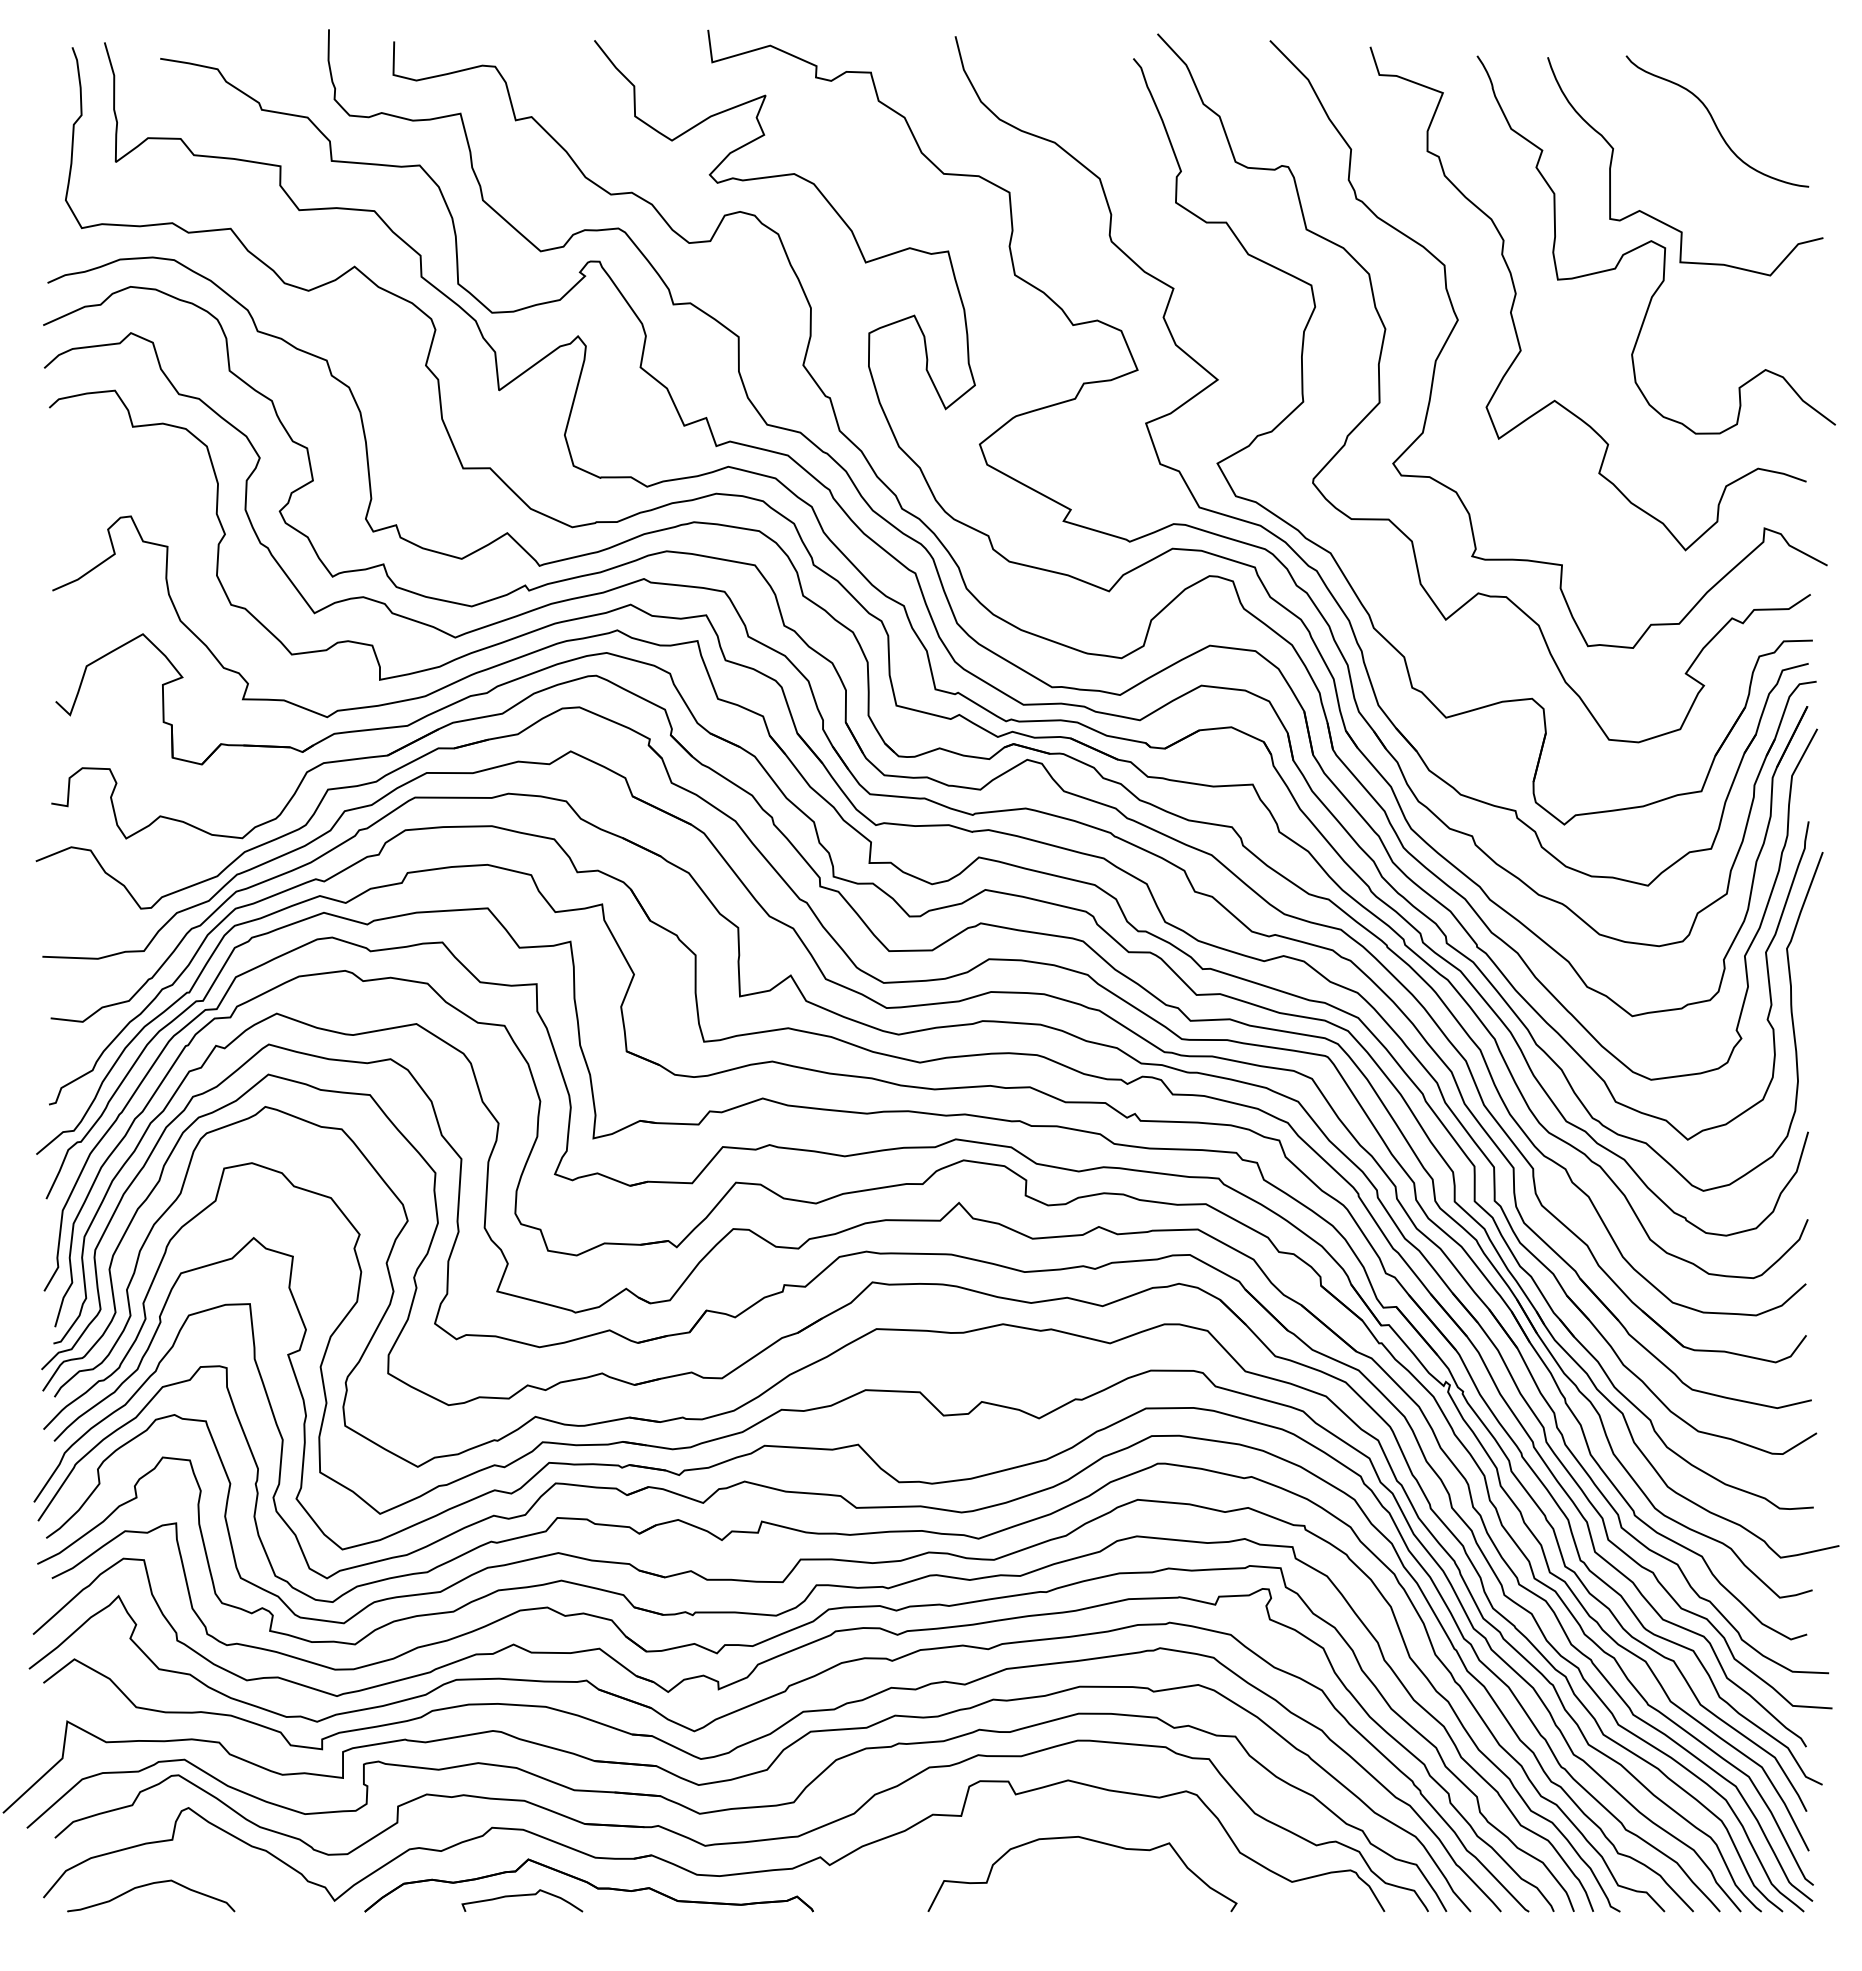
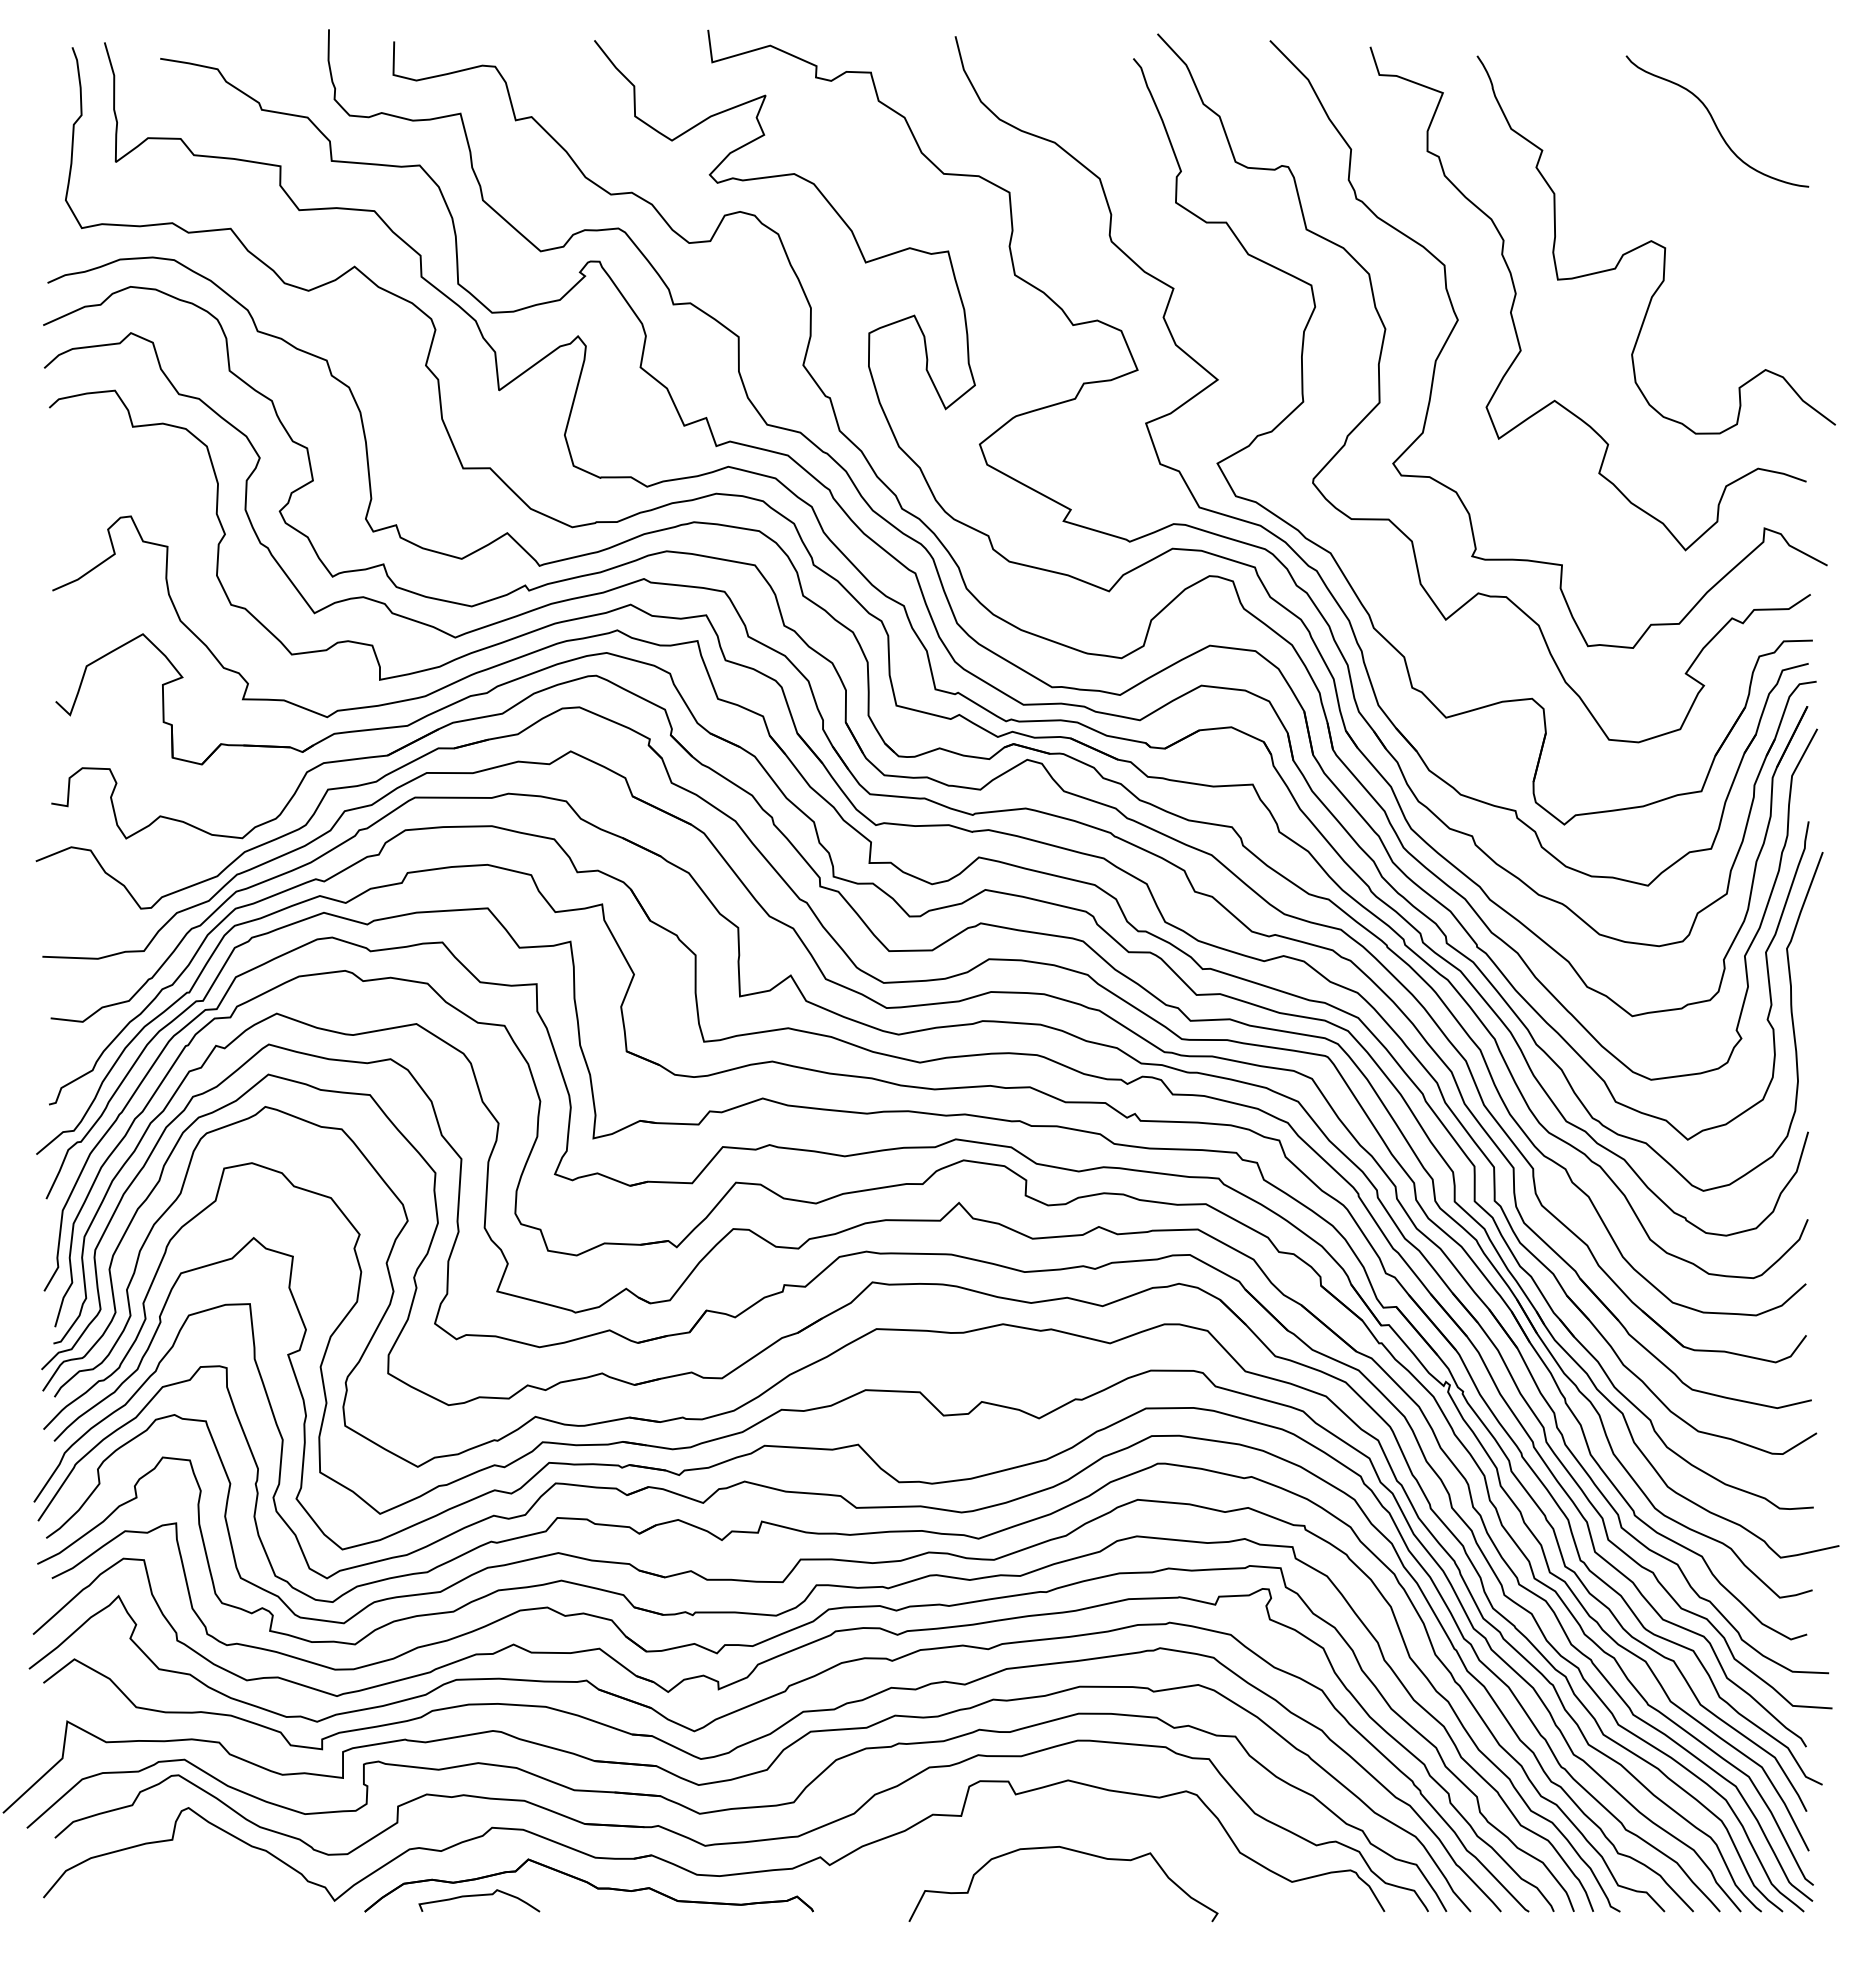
curve at (1655, 217): present -> none
curve at (1092, 1841) position: (1092, 1841) -> (1073, 1851)
curve at (149, 1885): present -> none
curve at (522, 1896) position: (522, 1896) -> (479, 1896)
